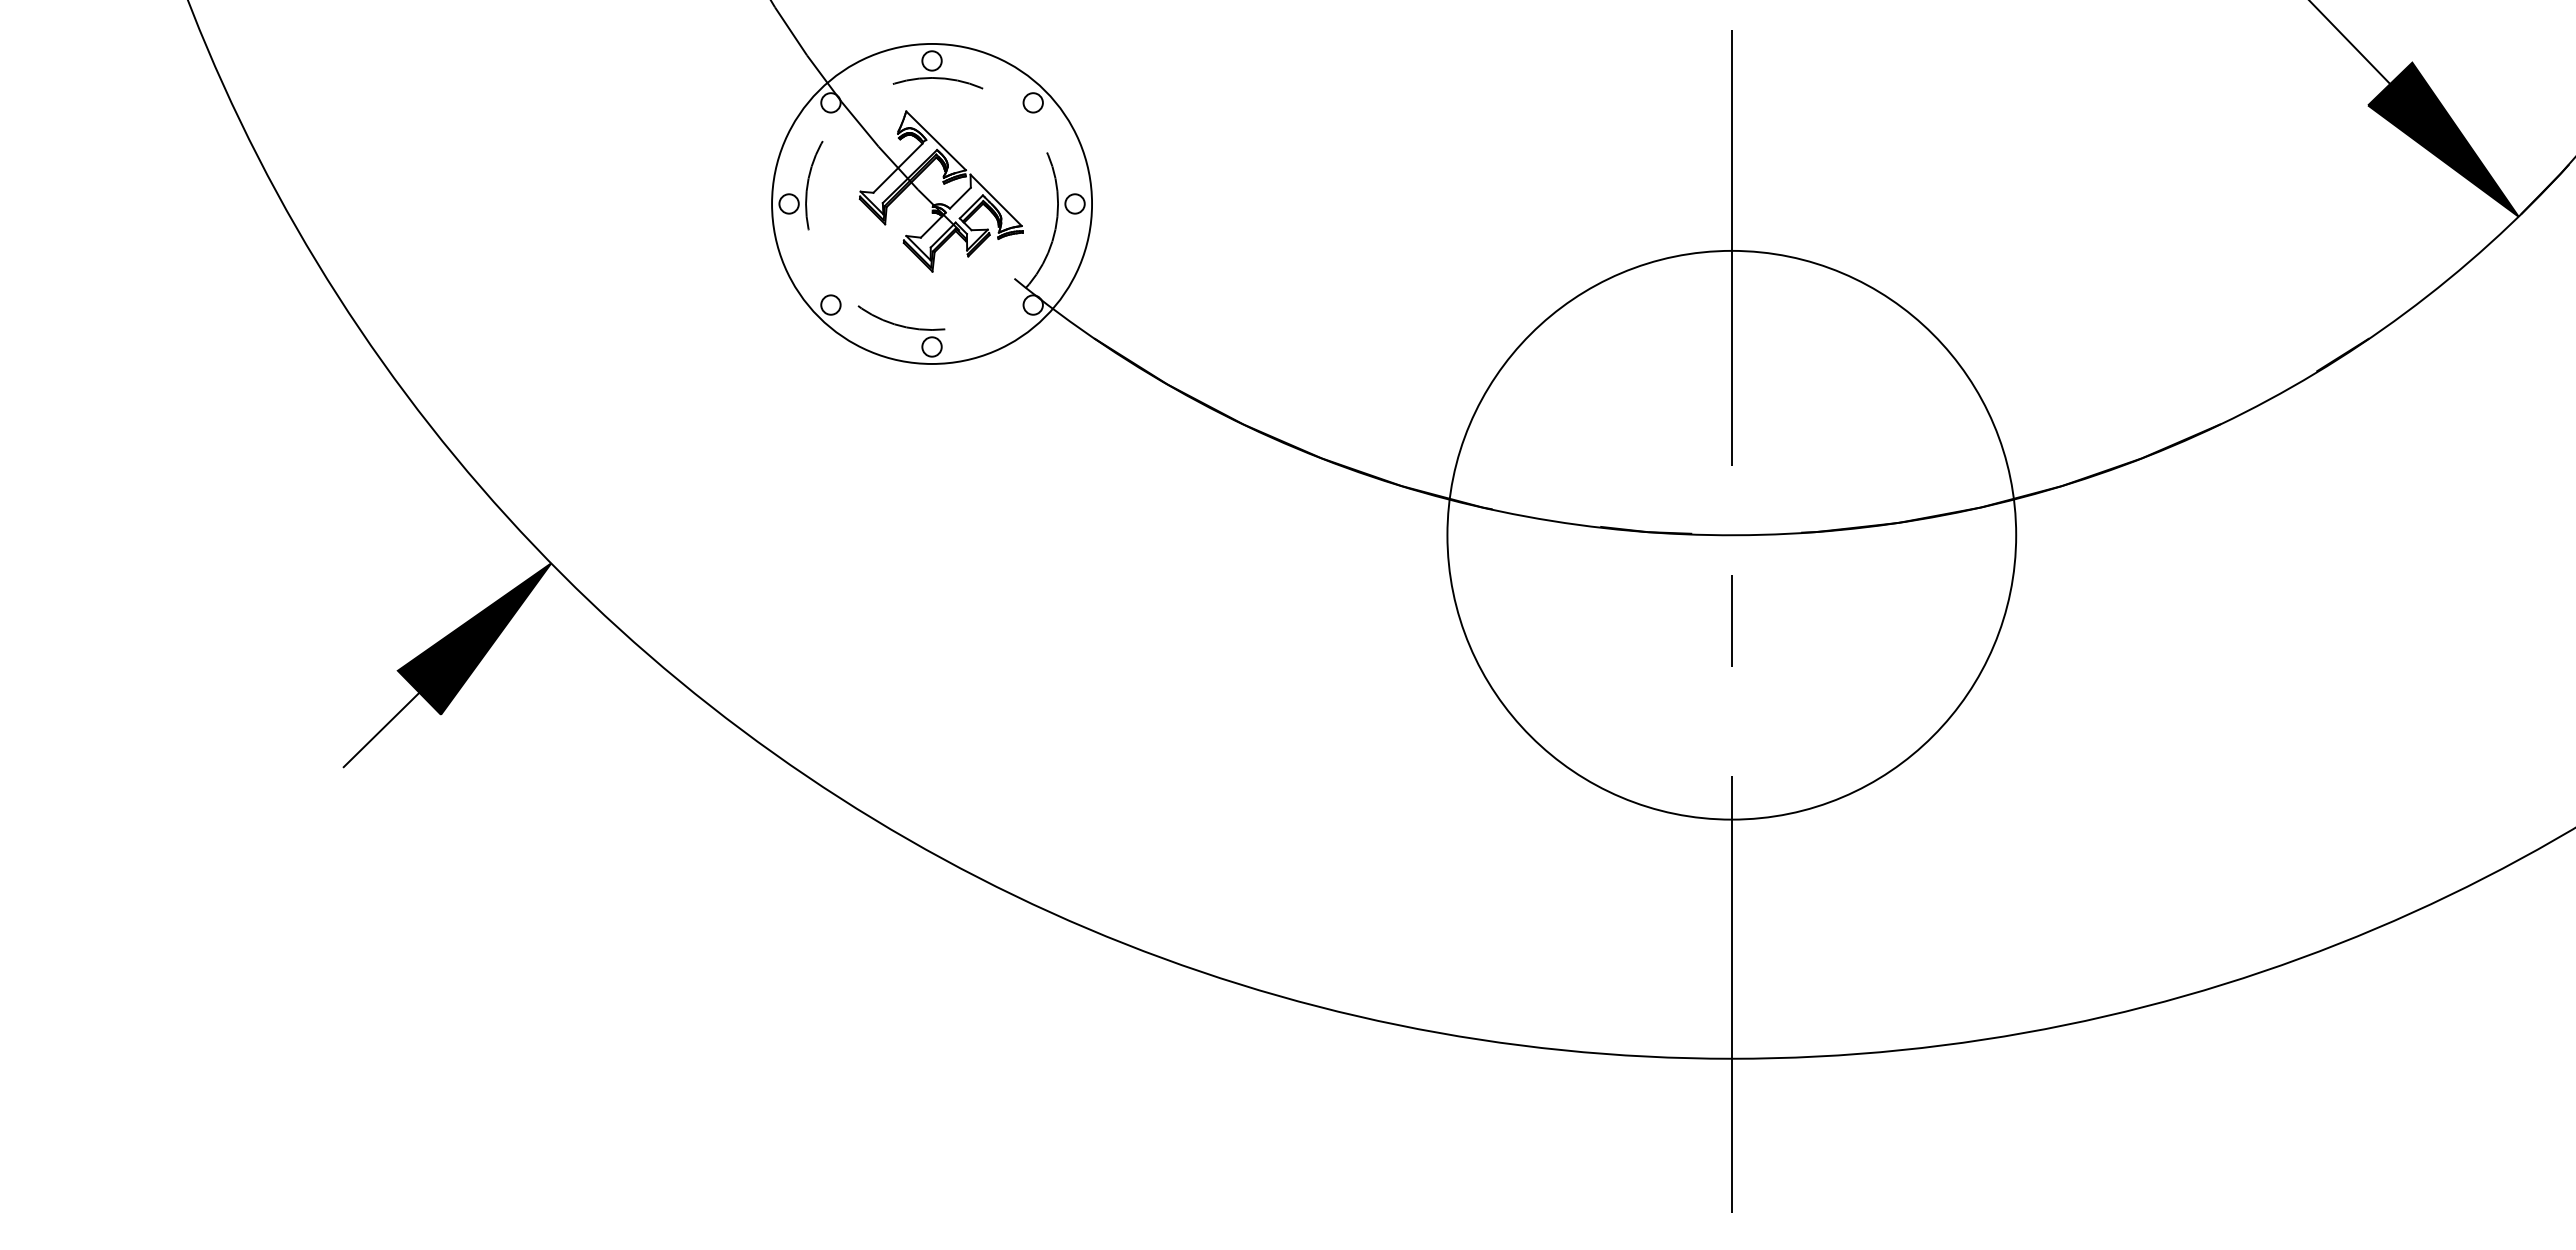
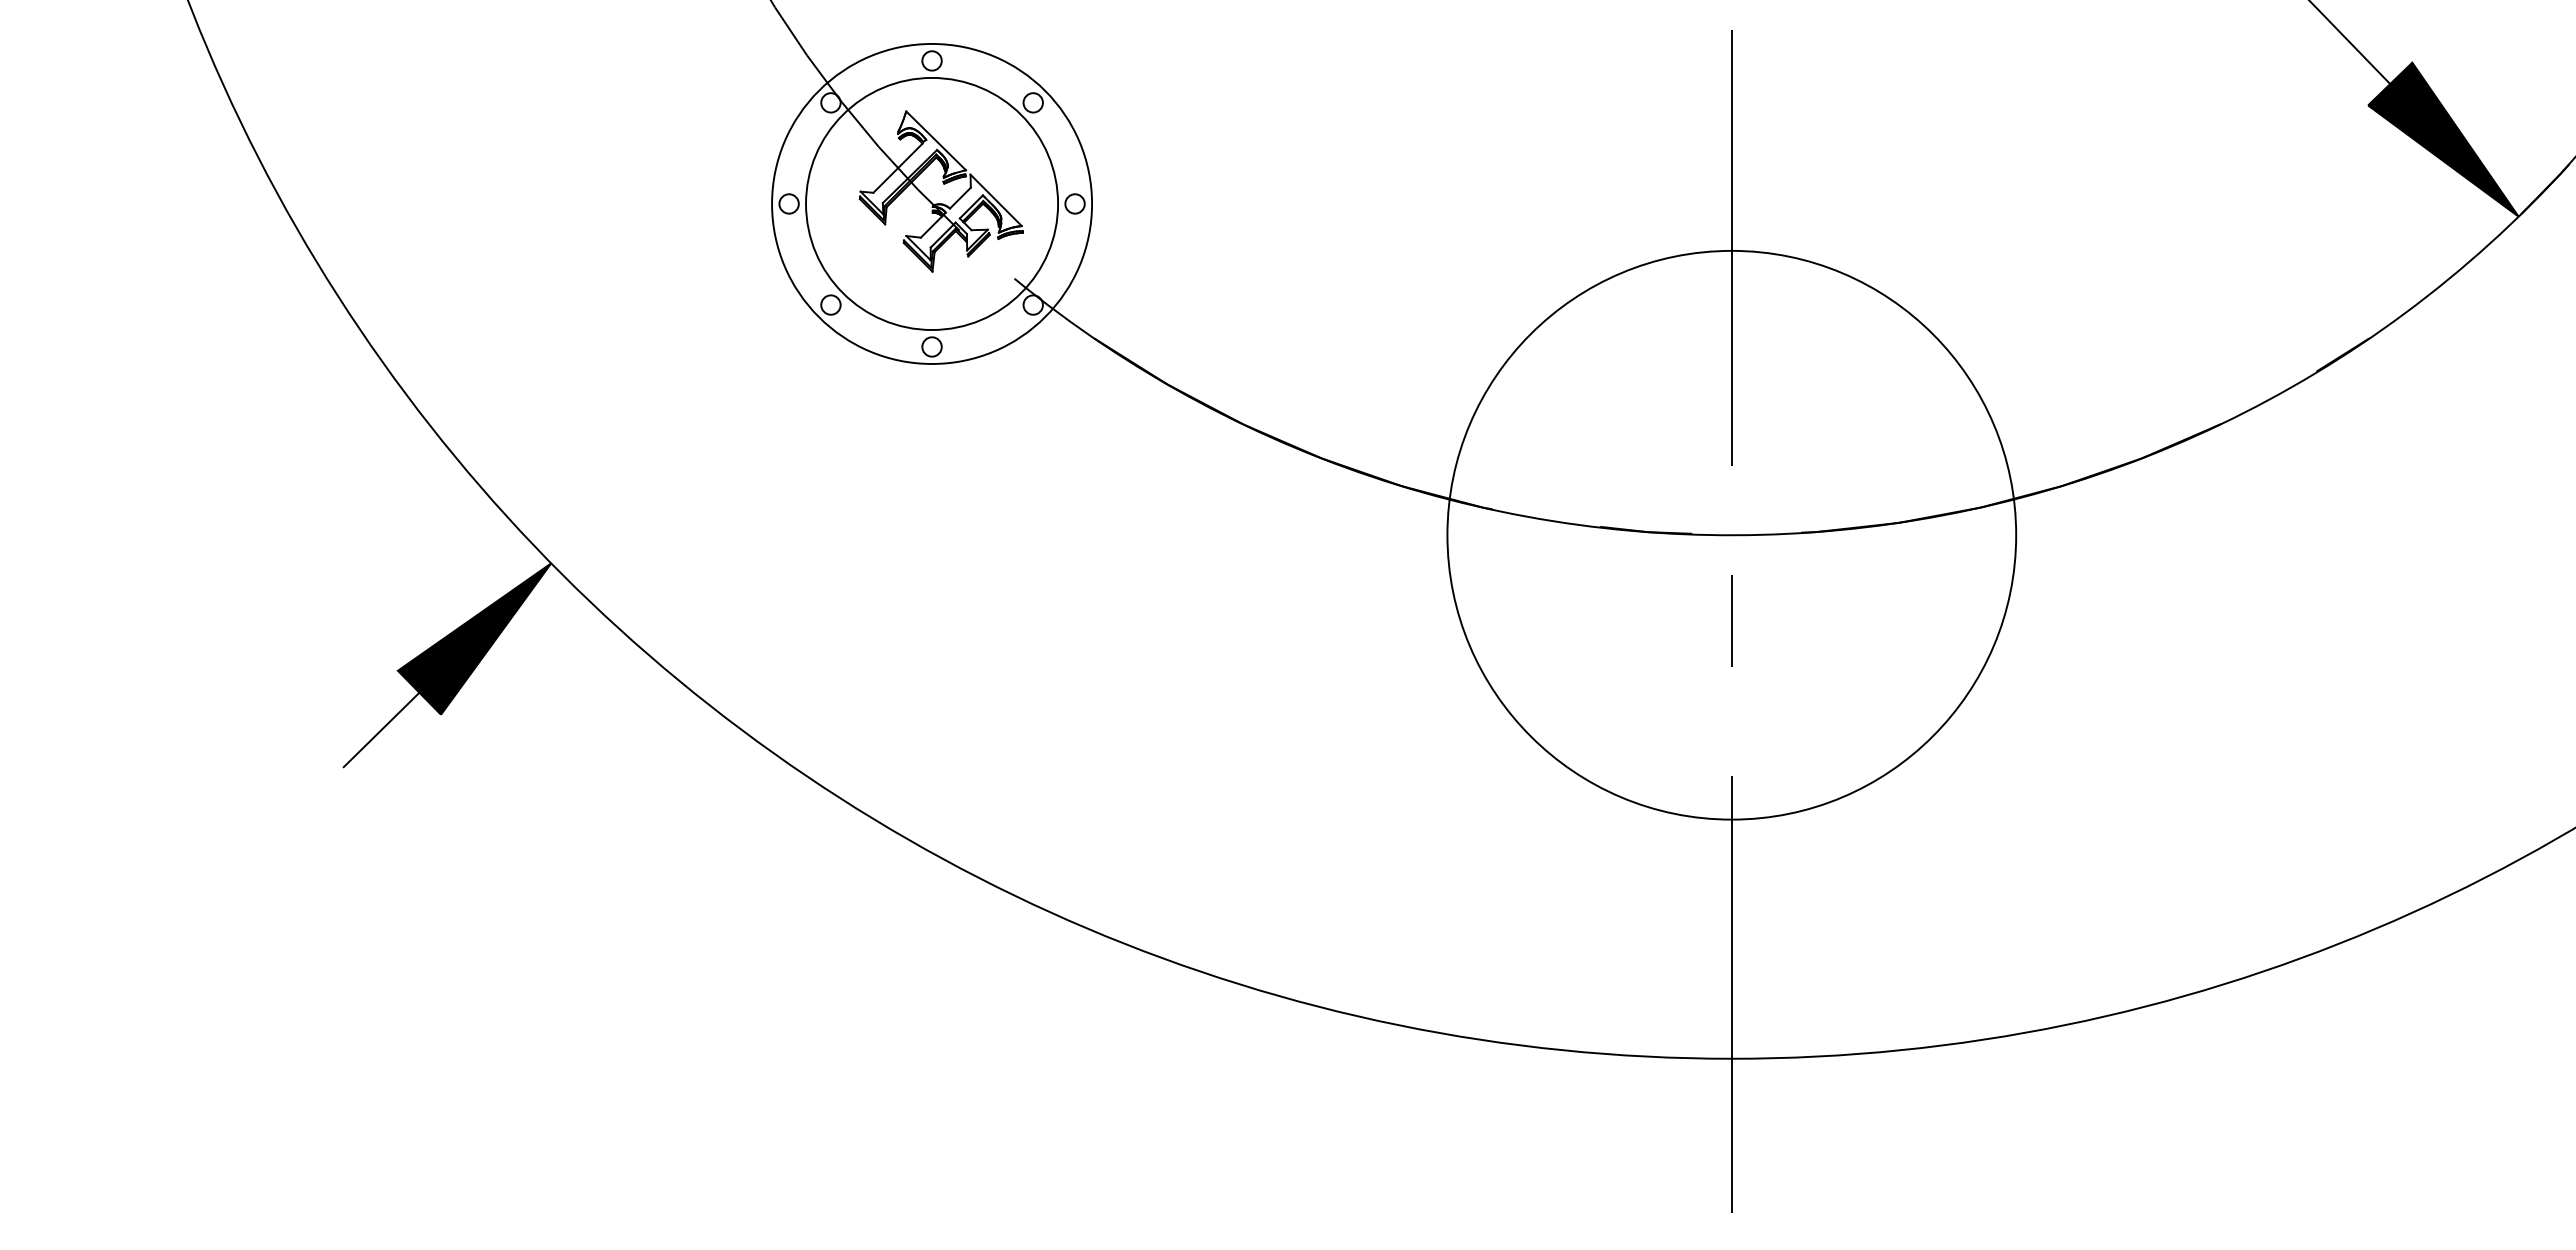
circle at (932, 203): dashed -> solid
